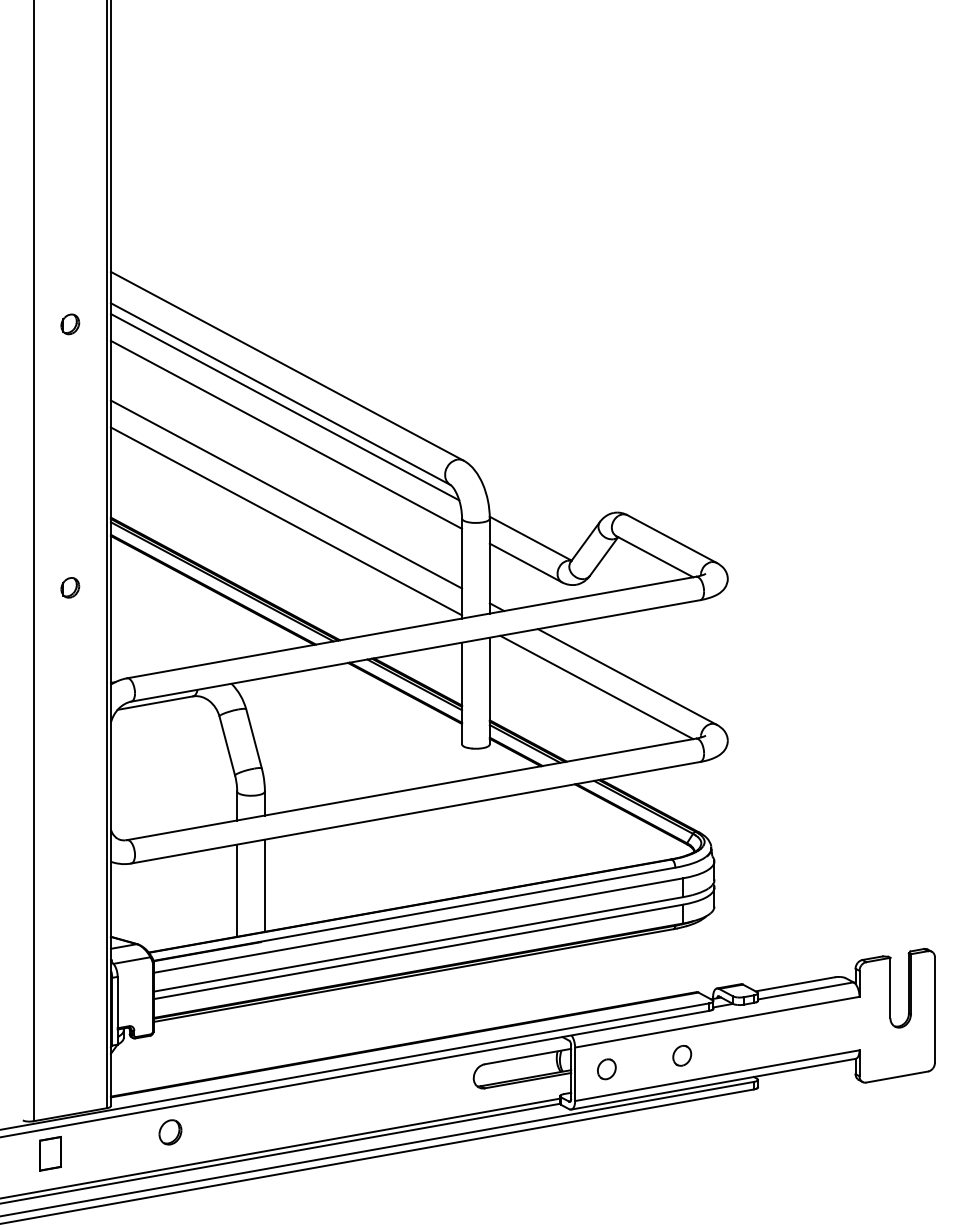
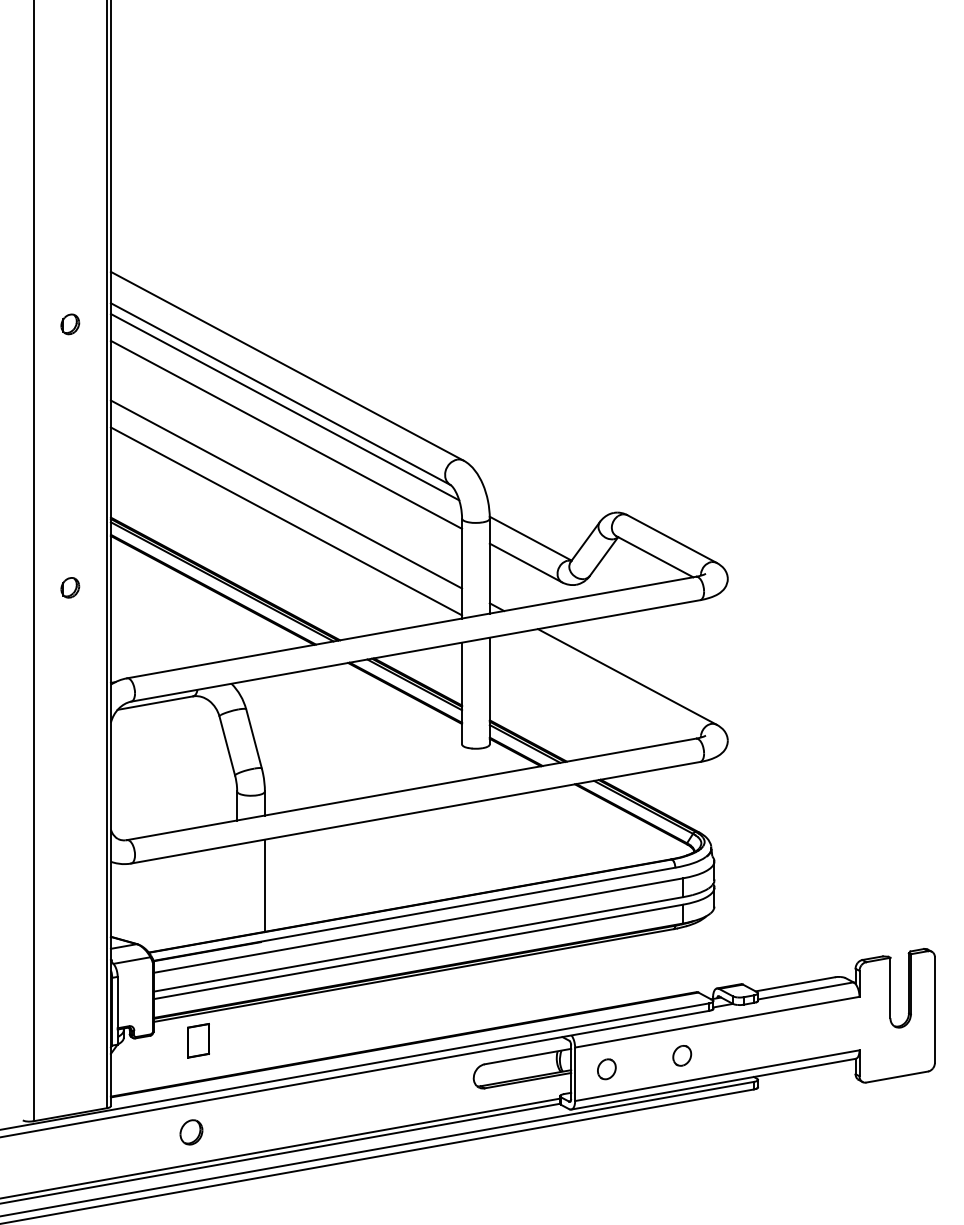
line at (596, 687): present -> none
line at (237, 890): present -> none
part at (170, 1132) position: (170, 1132) -> (191, 1132)
part at (50, 1153) position: (50, 1153) -> (198, 1040)
